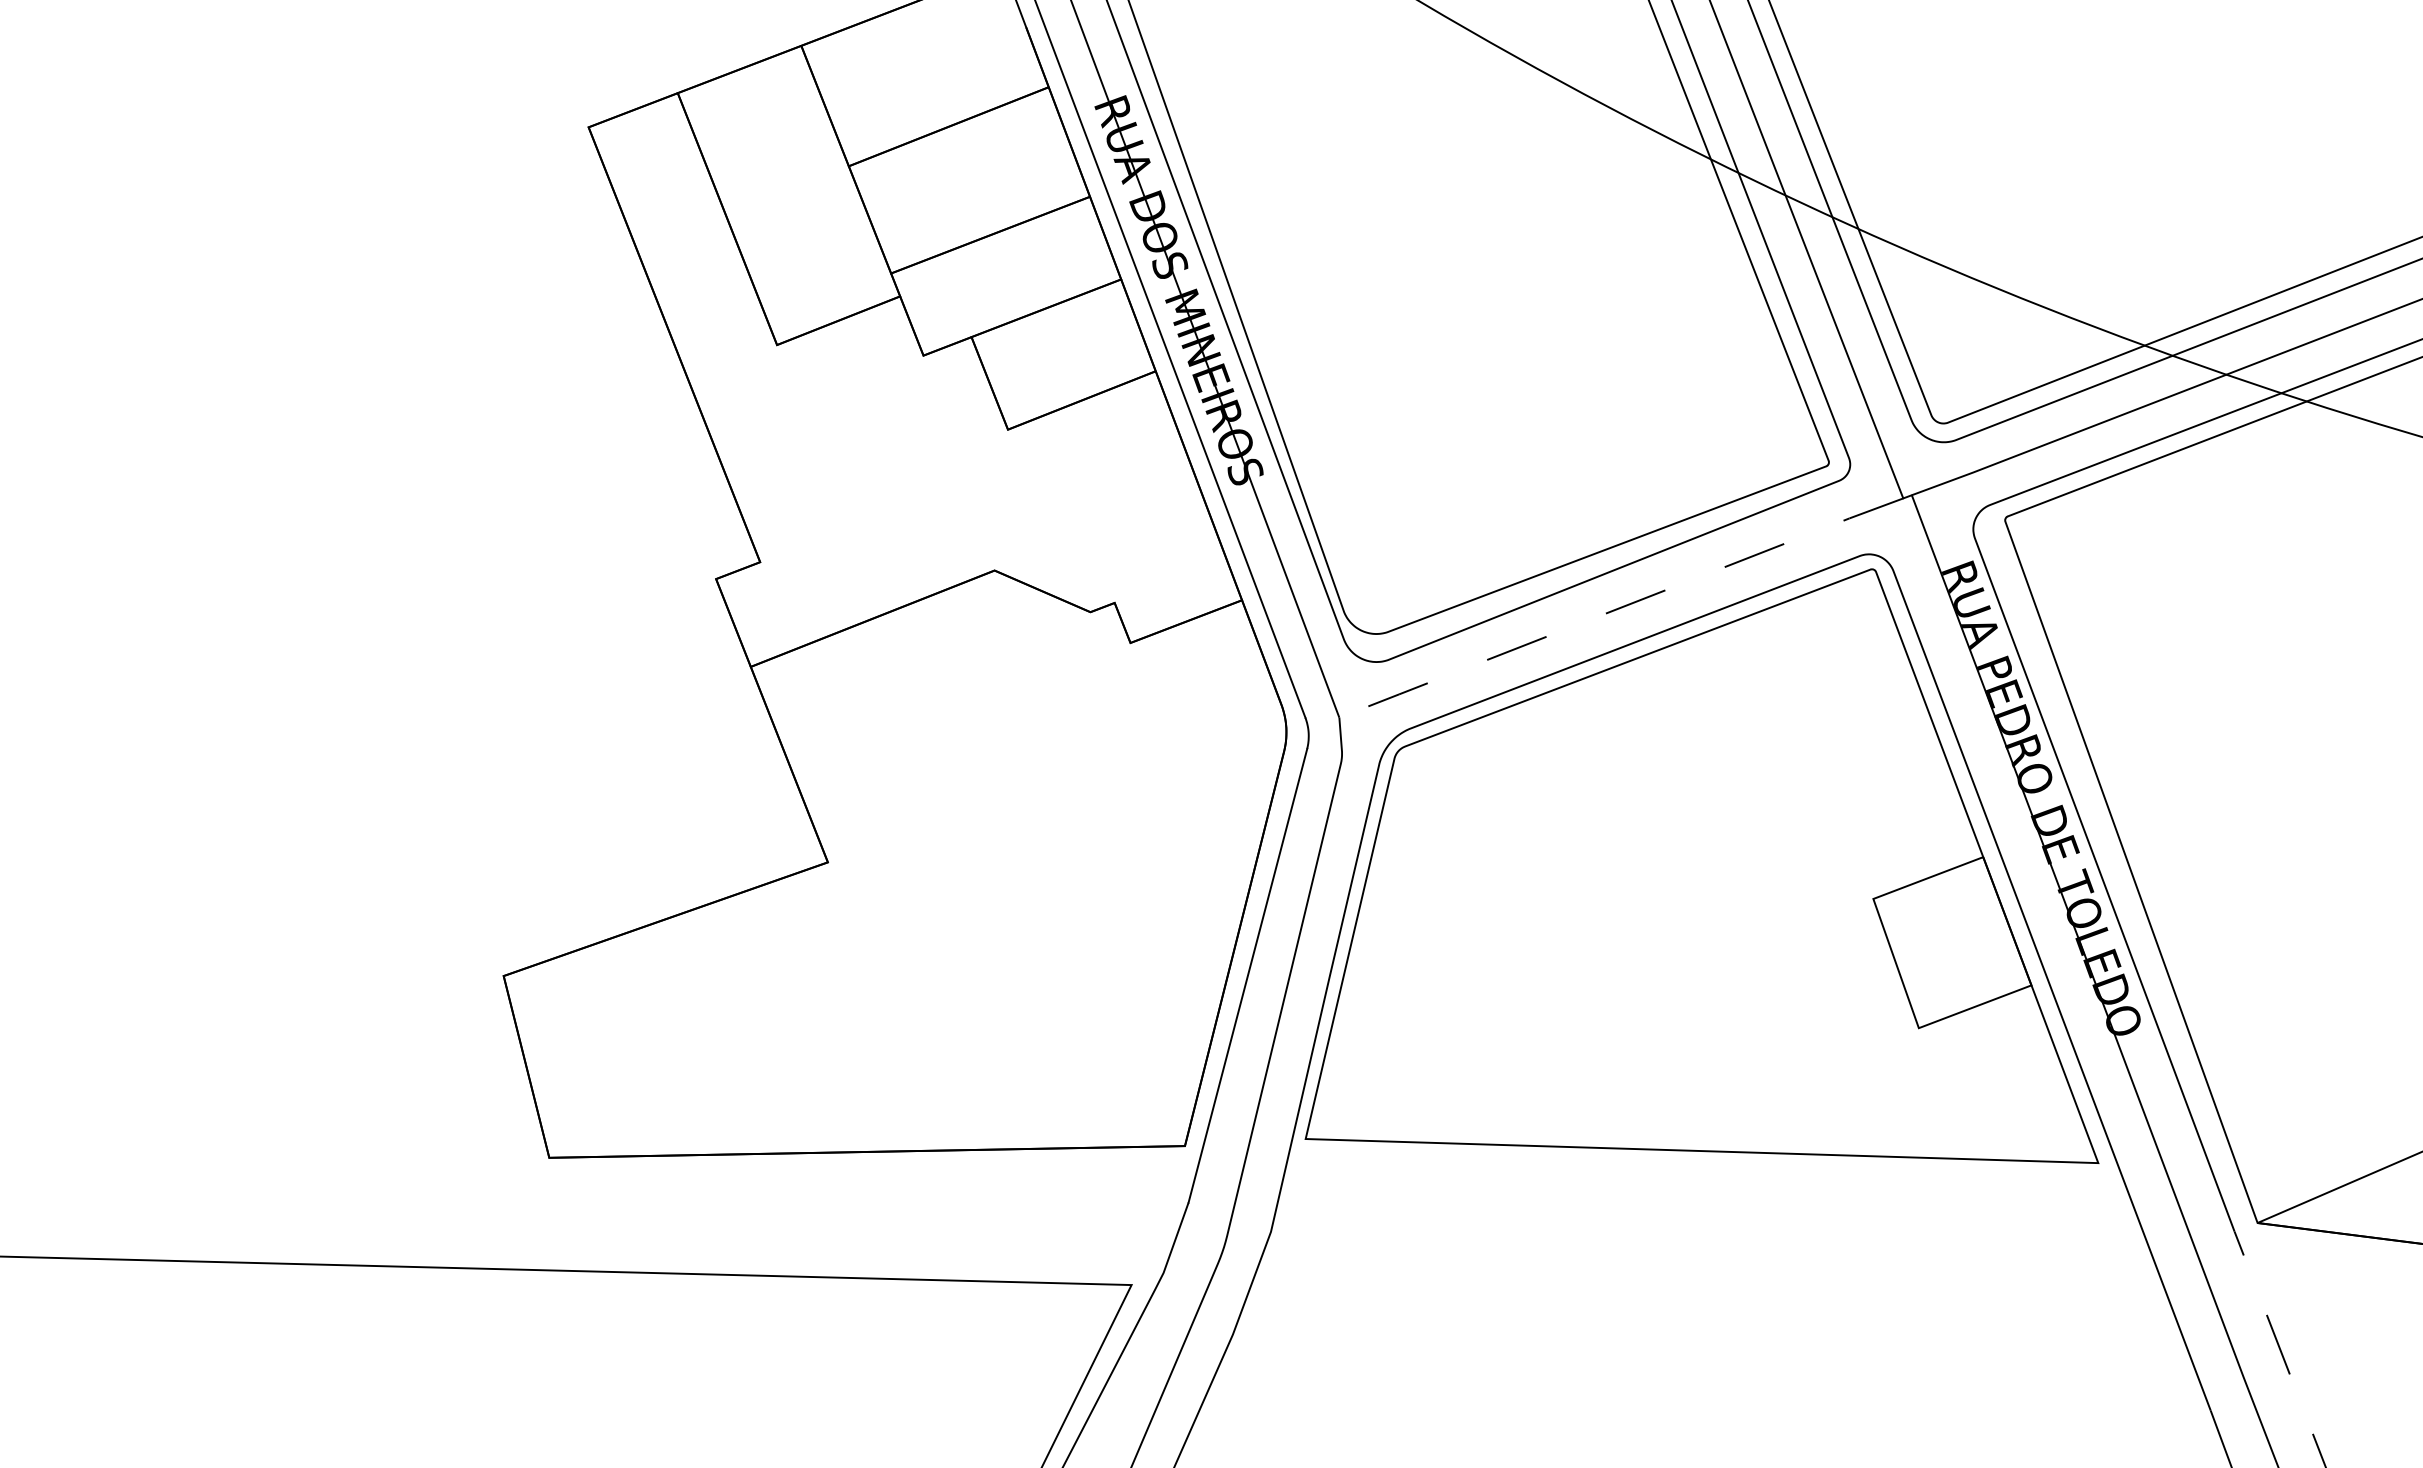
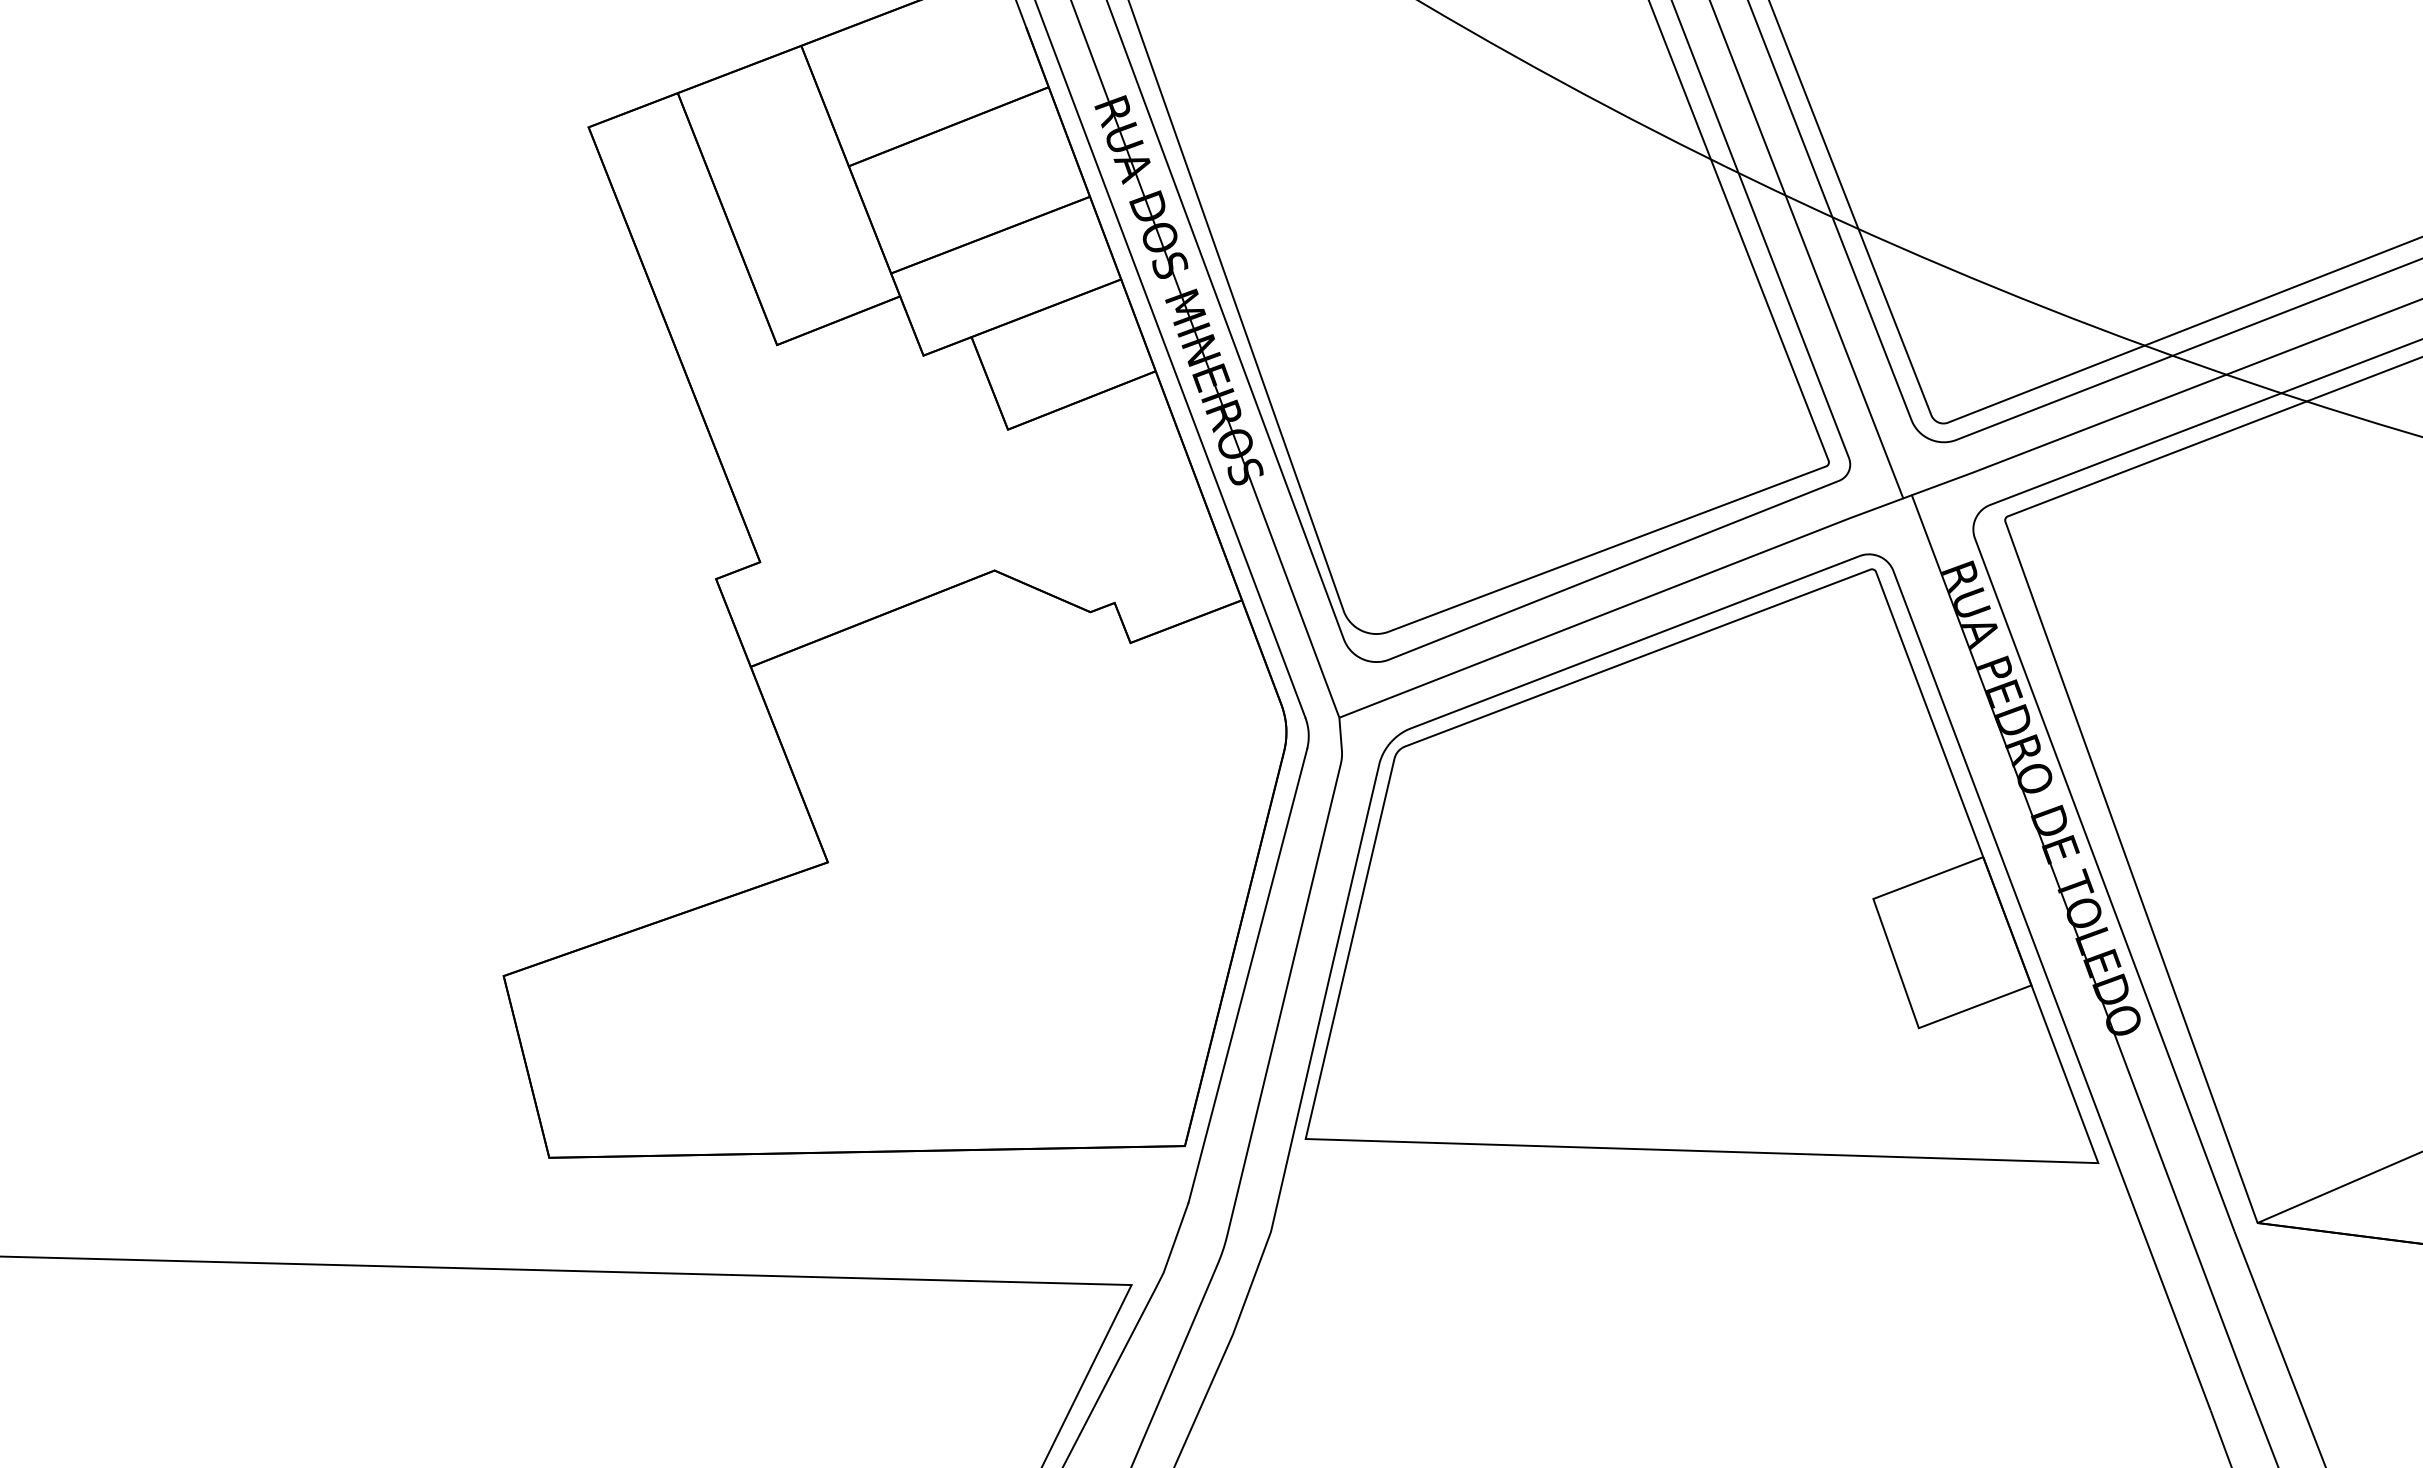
line at (1620, 607): dashed -> solid
line at (2280, 1349): dashed -> solid
